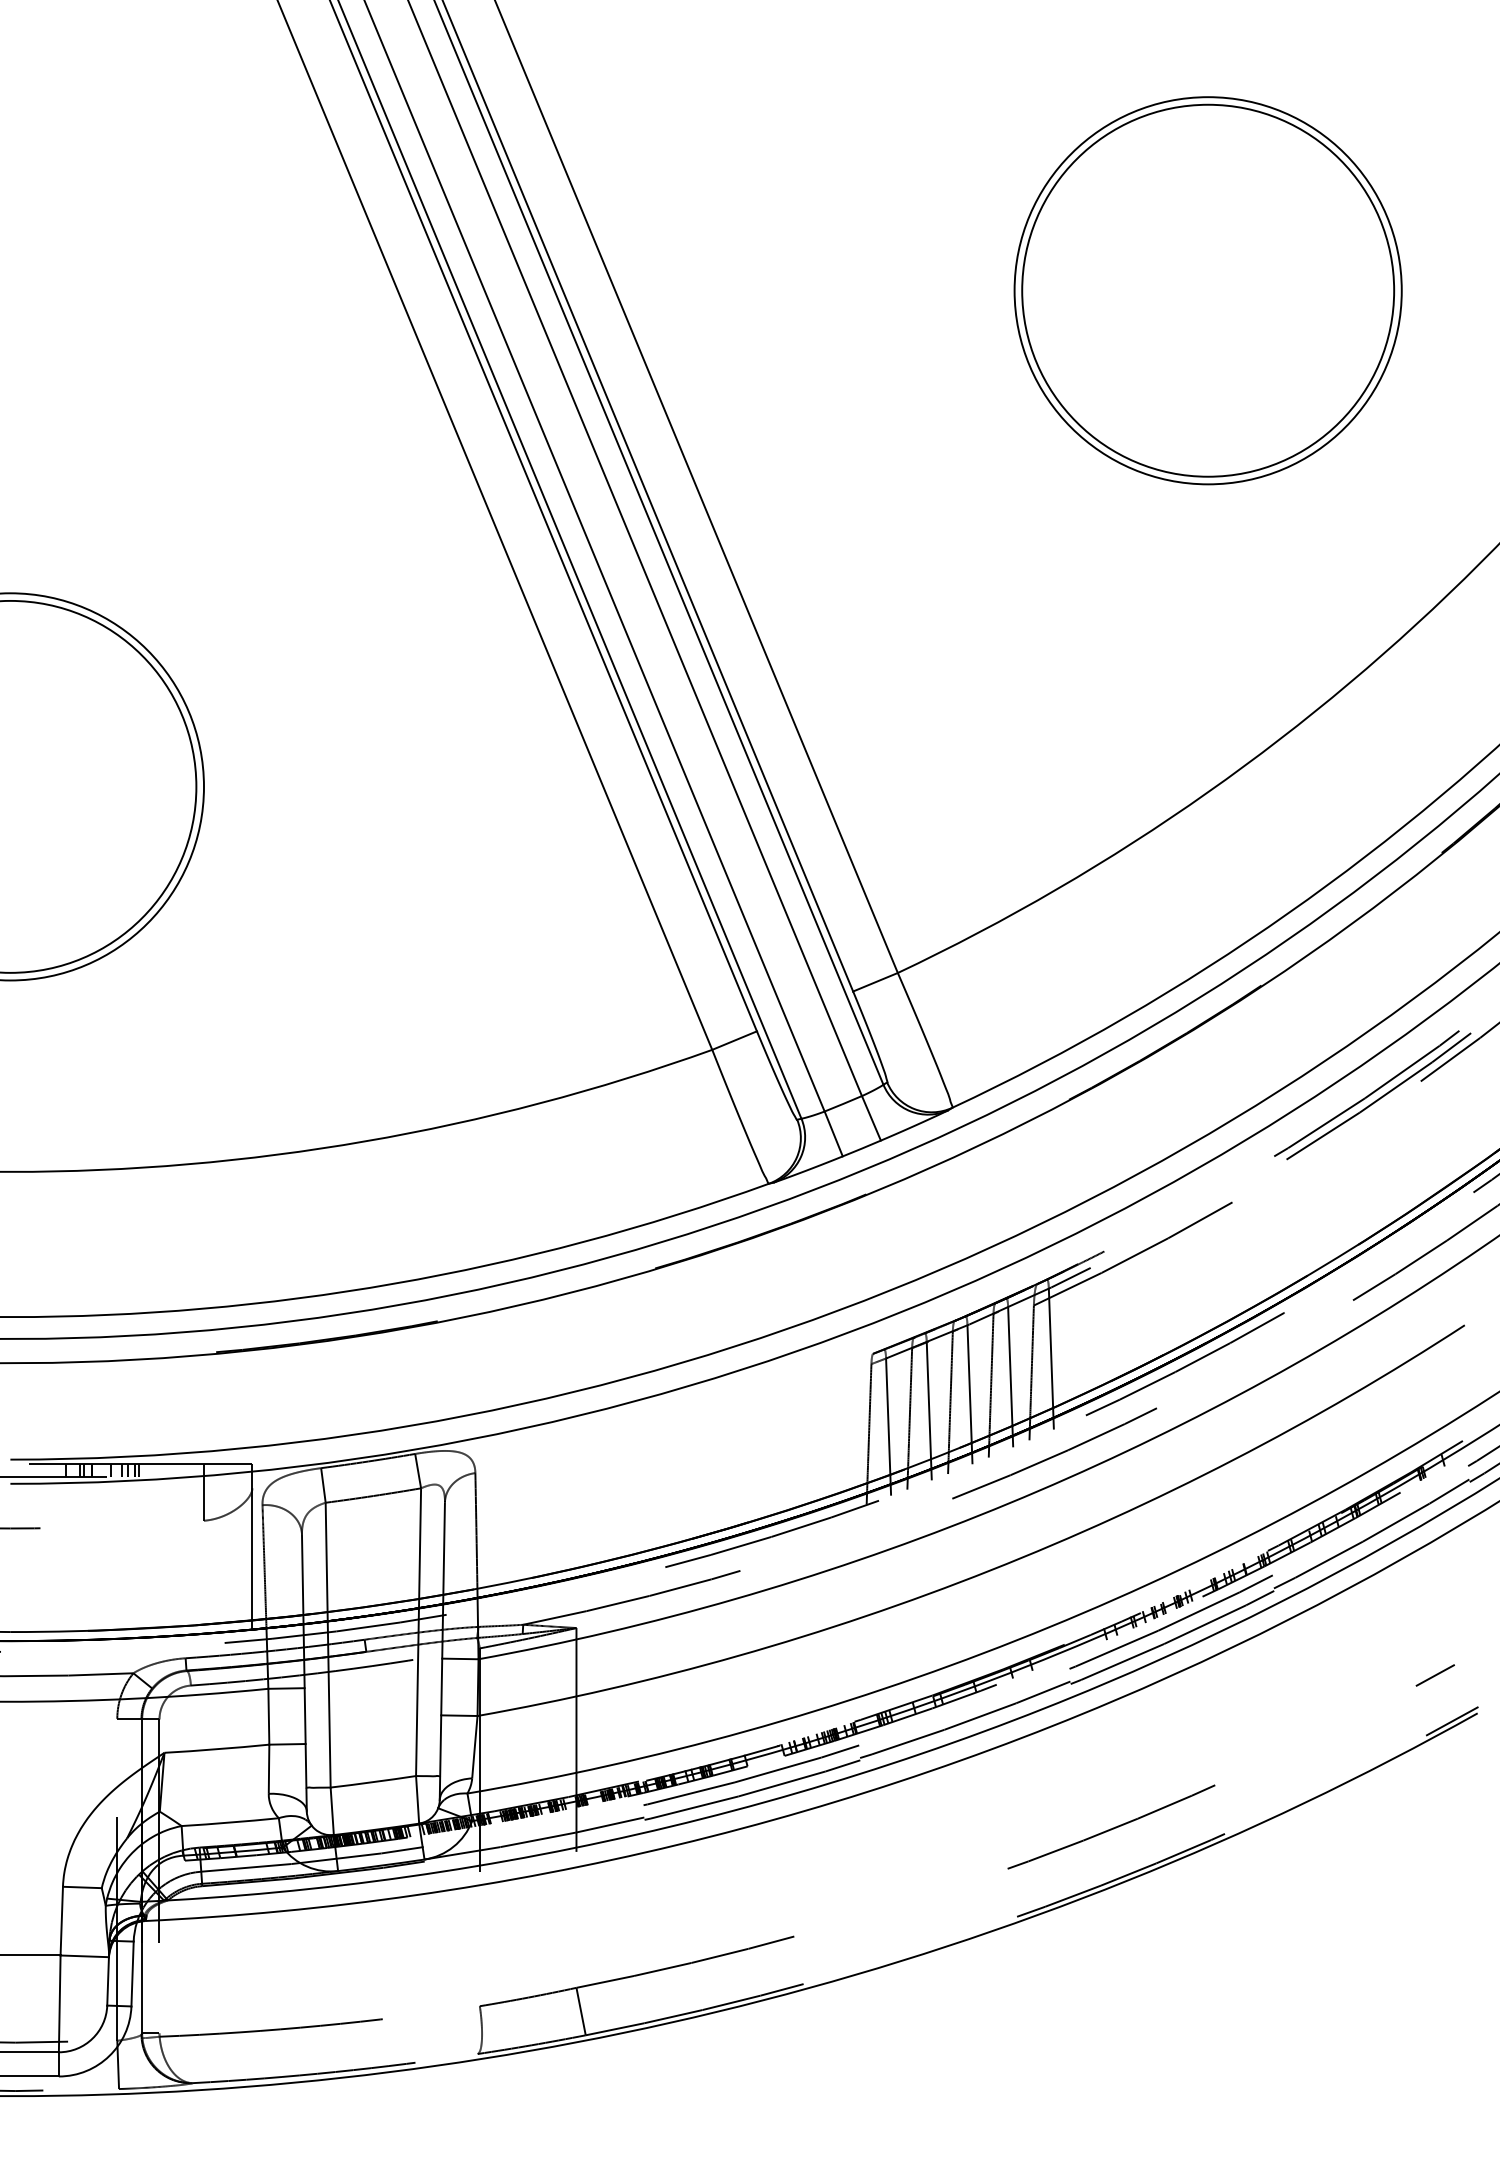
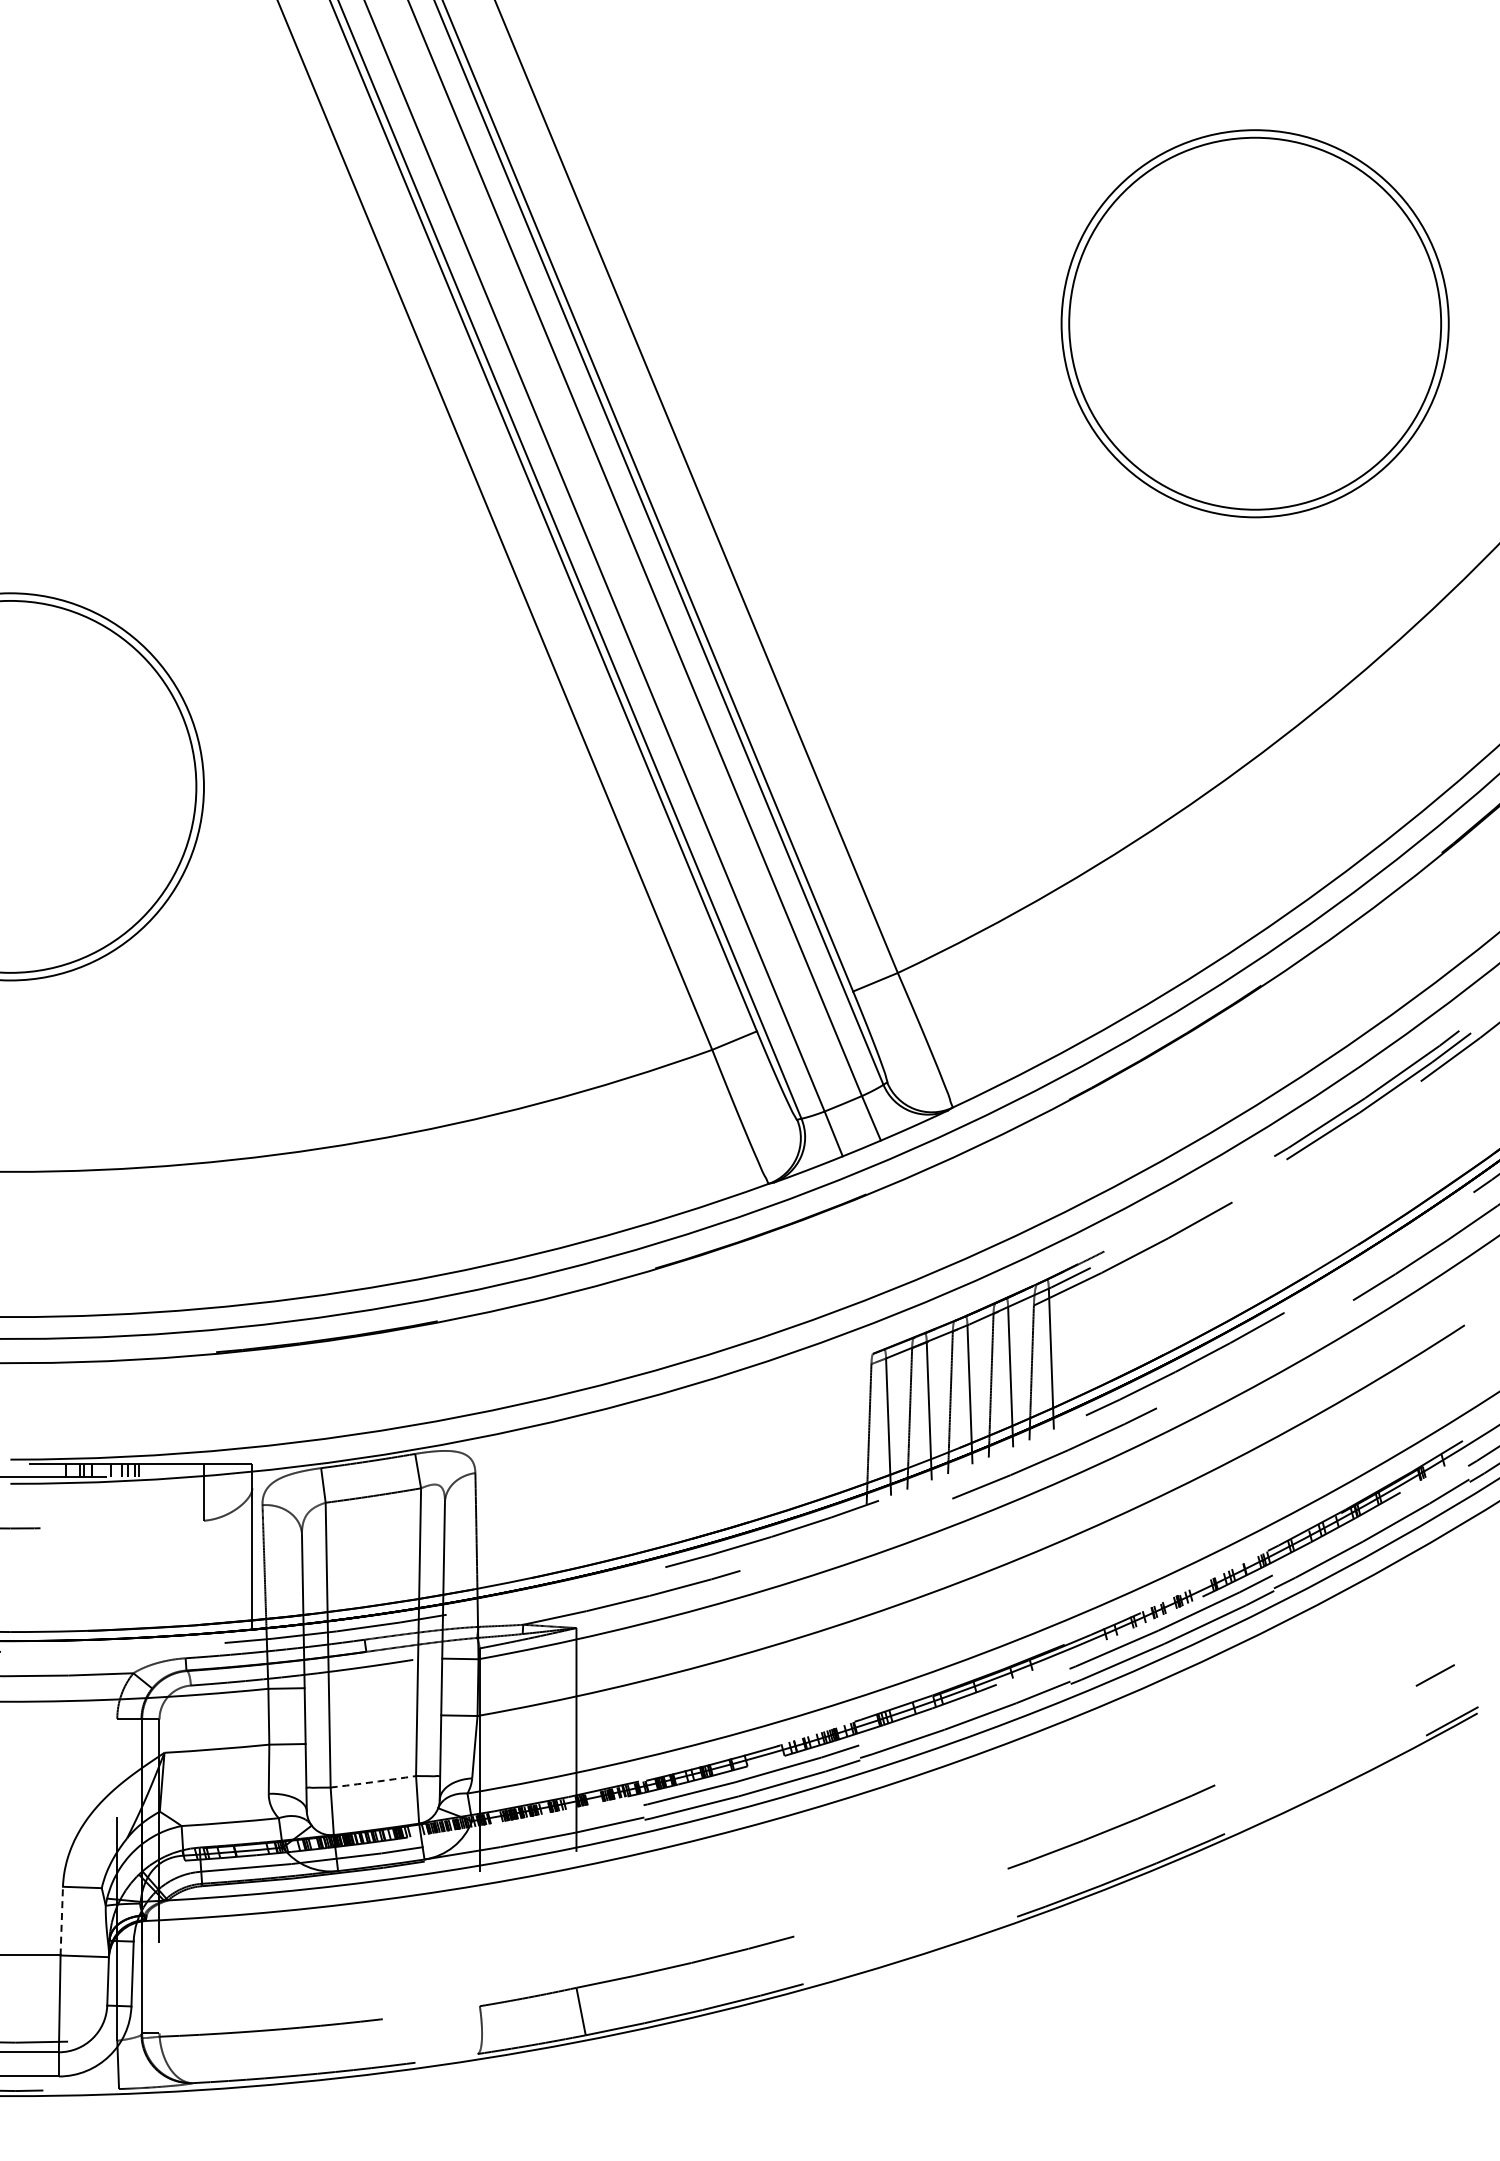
part at (1207, 290) position: (1207, 290) -> (1254, 323)
arc at (373, 1782): solid -> dashed
line at (61, 1920): solid -> dashed
